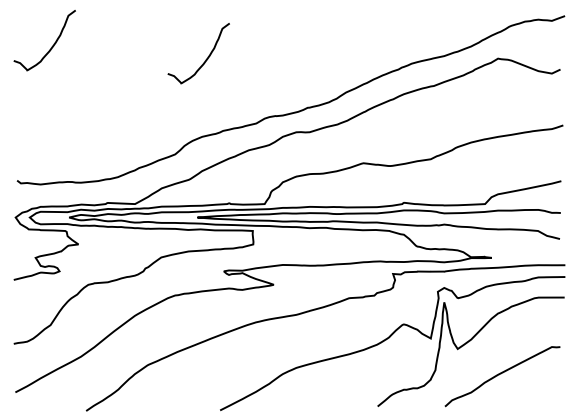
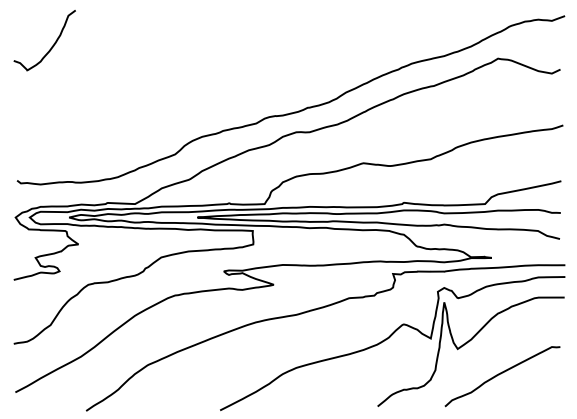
curve at (205, 59): present -> none
